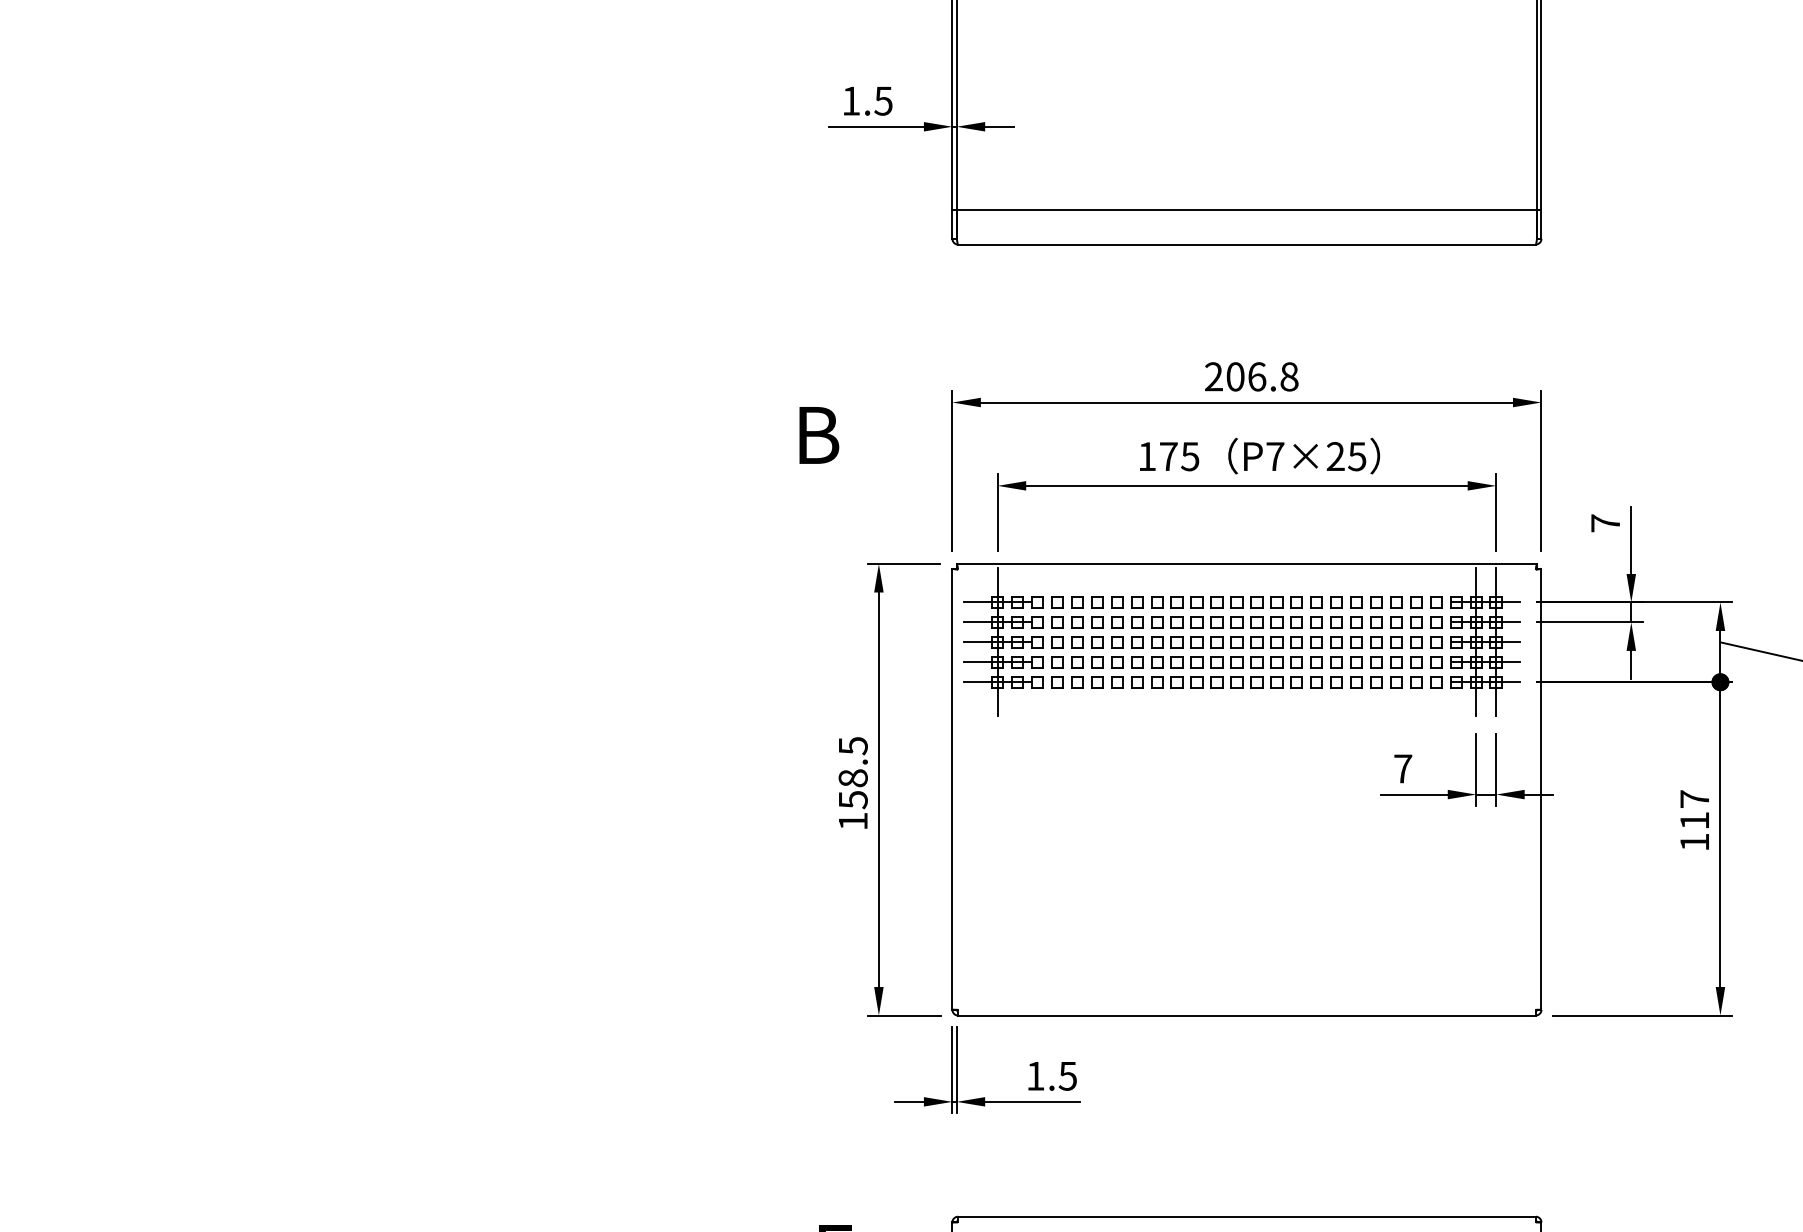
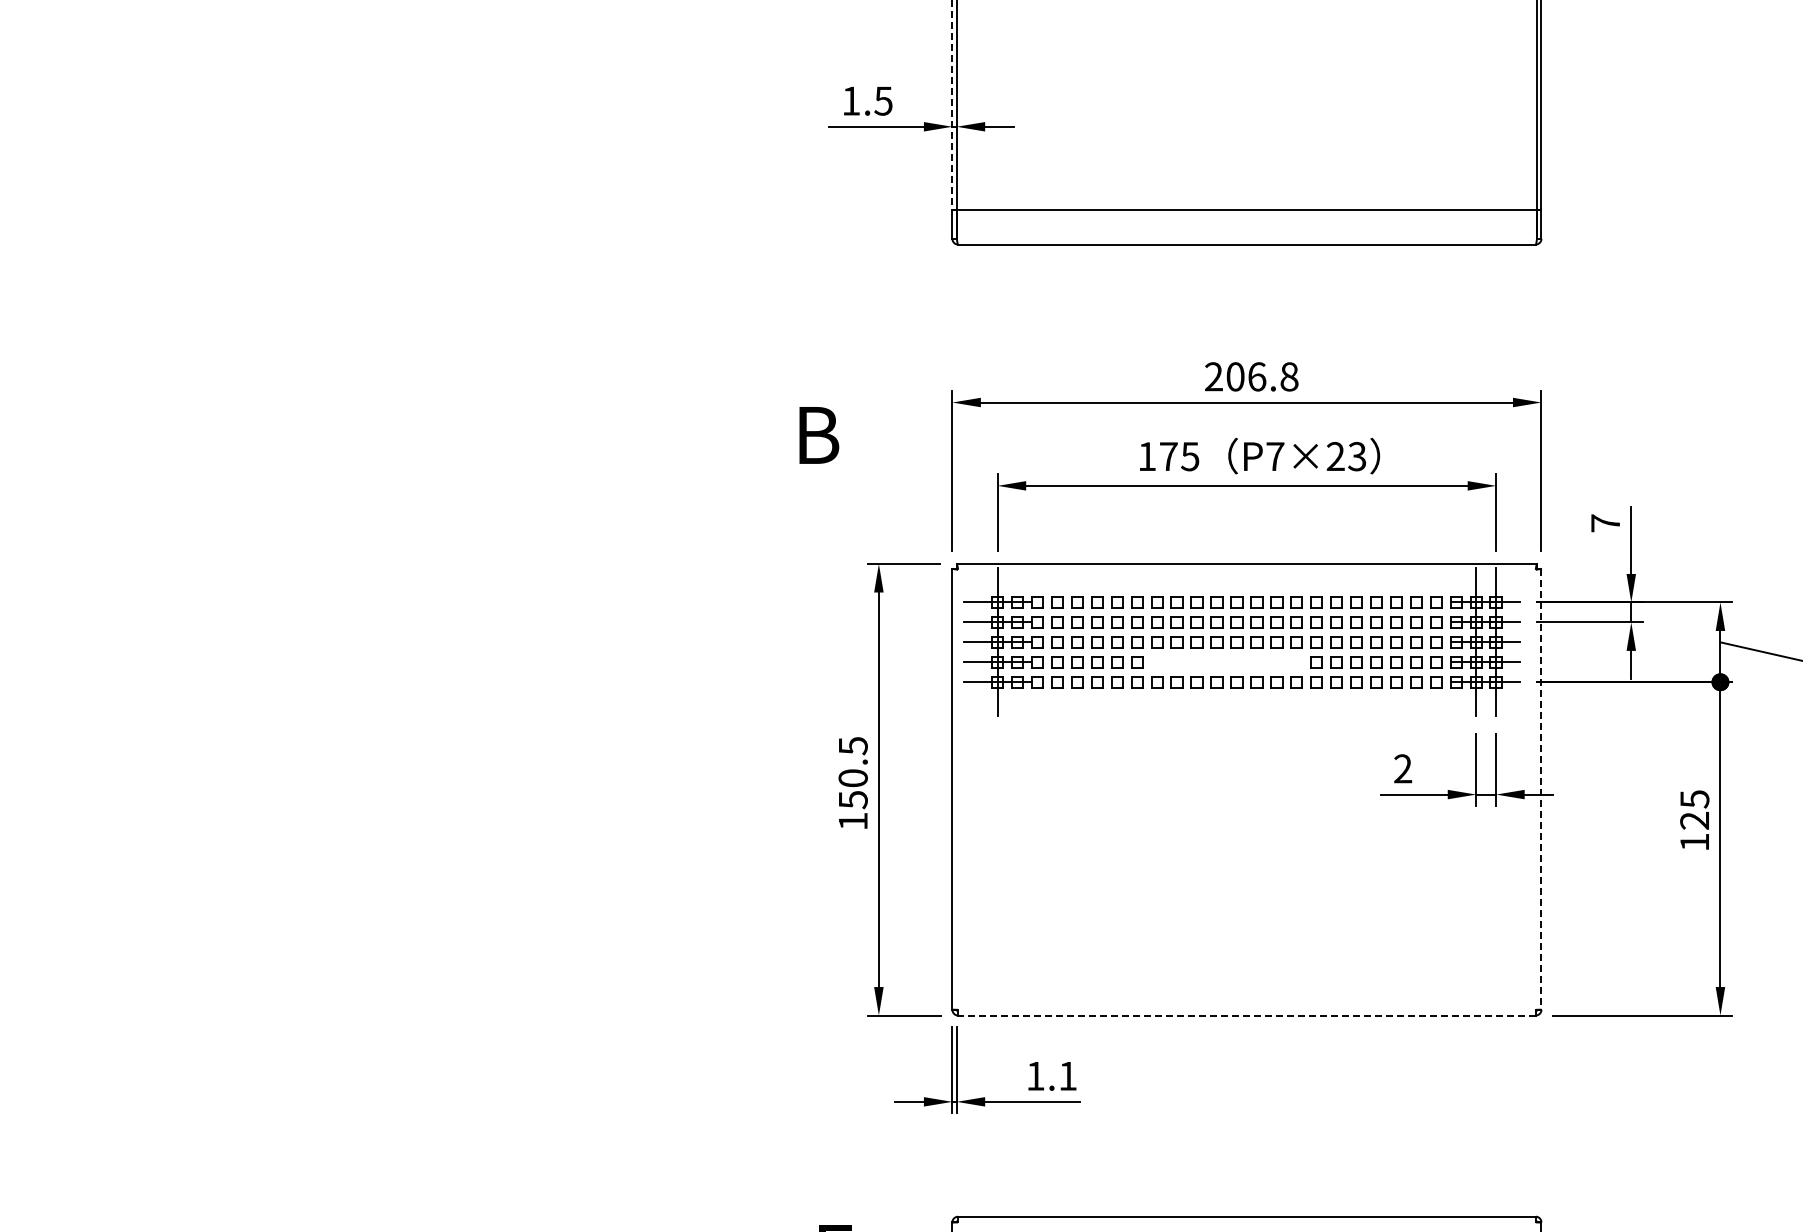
line at (952, 105): solid -> dashed
text at (1357, 456): P7×25 -> P7×23
part at (1226, 662): present -> none
text at (1403, 768): 7 -> 2
text at (853, 778): 158.5 -> 150.5
line at (1541, 789): solid -> dashed
text at (1694, 809): 117 -> 125
line at (1246, 1015): solid -> dashed
text at (1067, 1076): 1.5 -> 1.1
